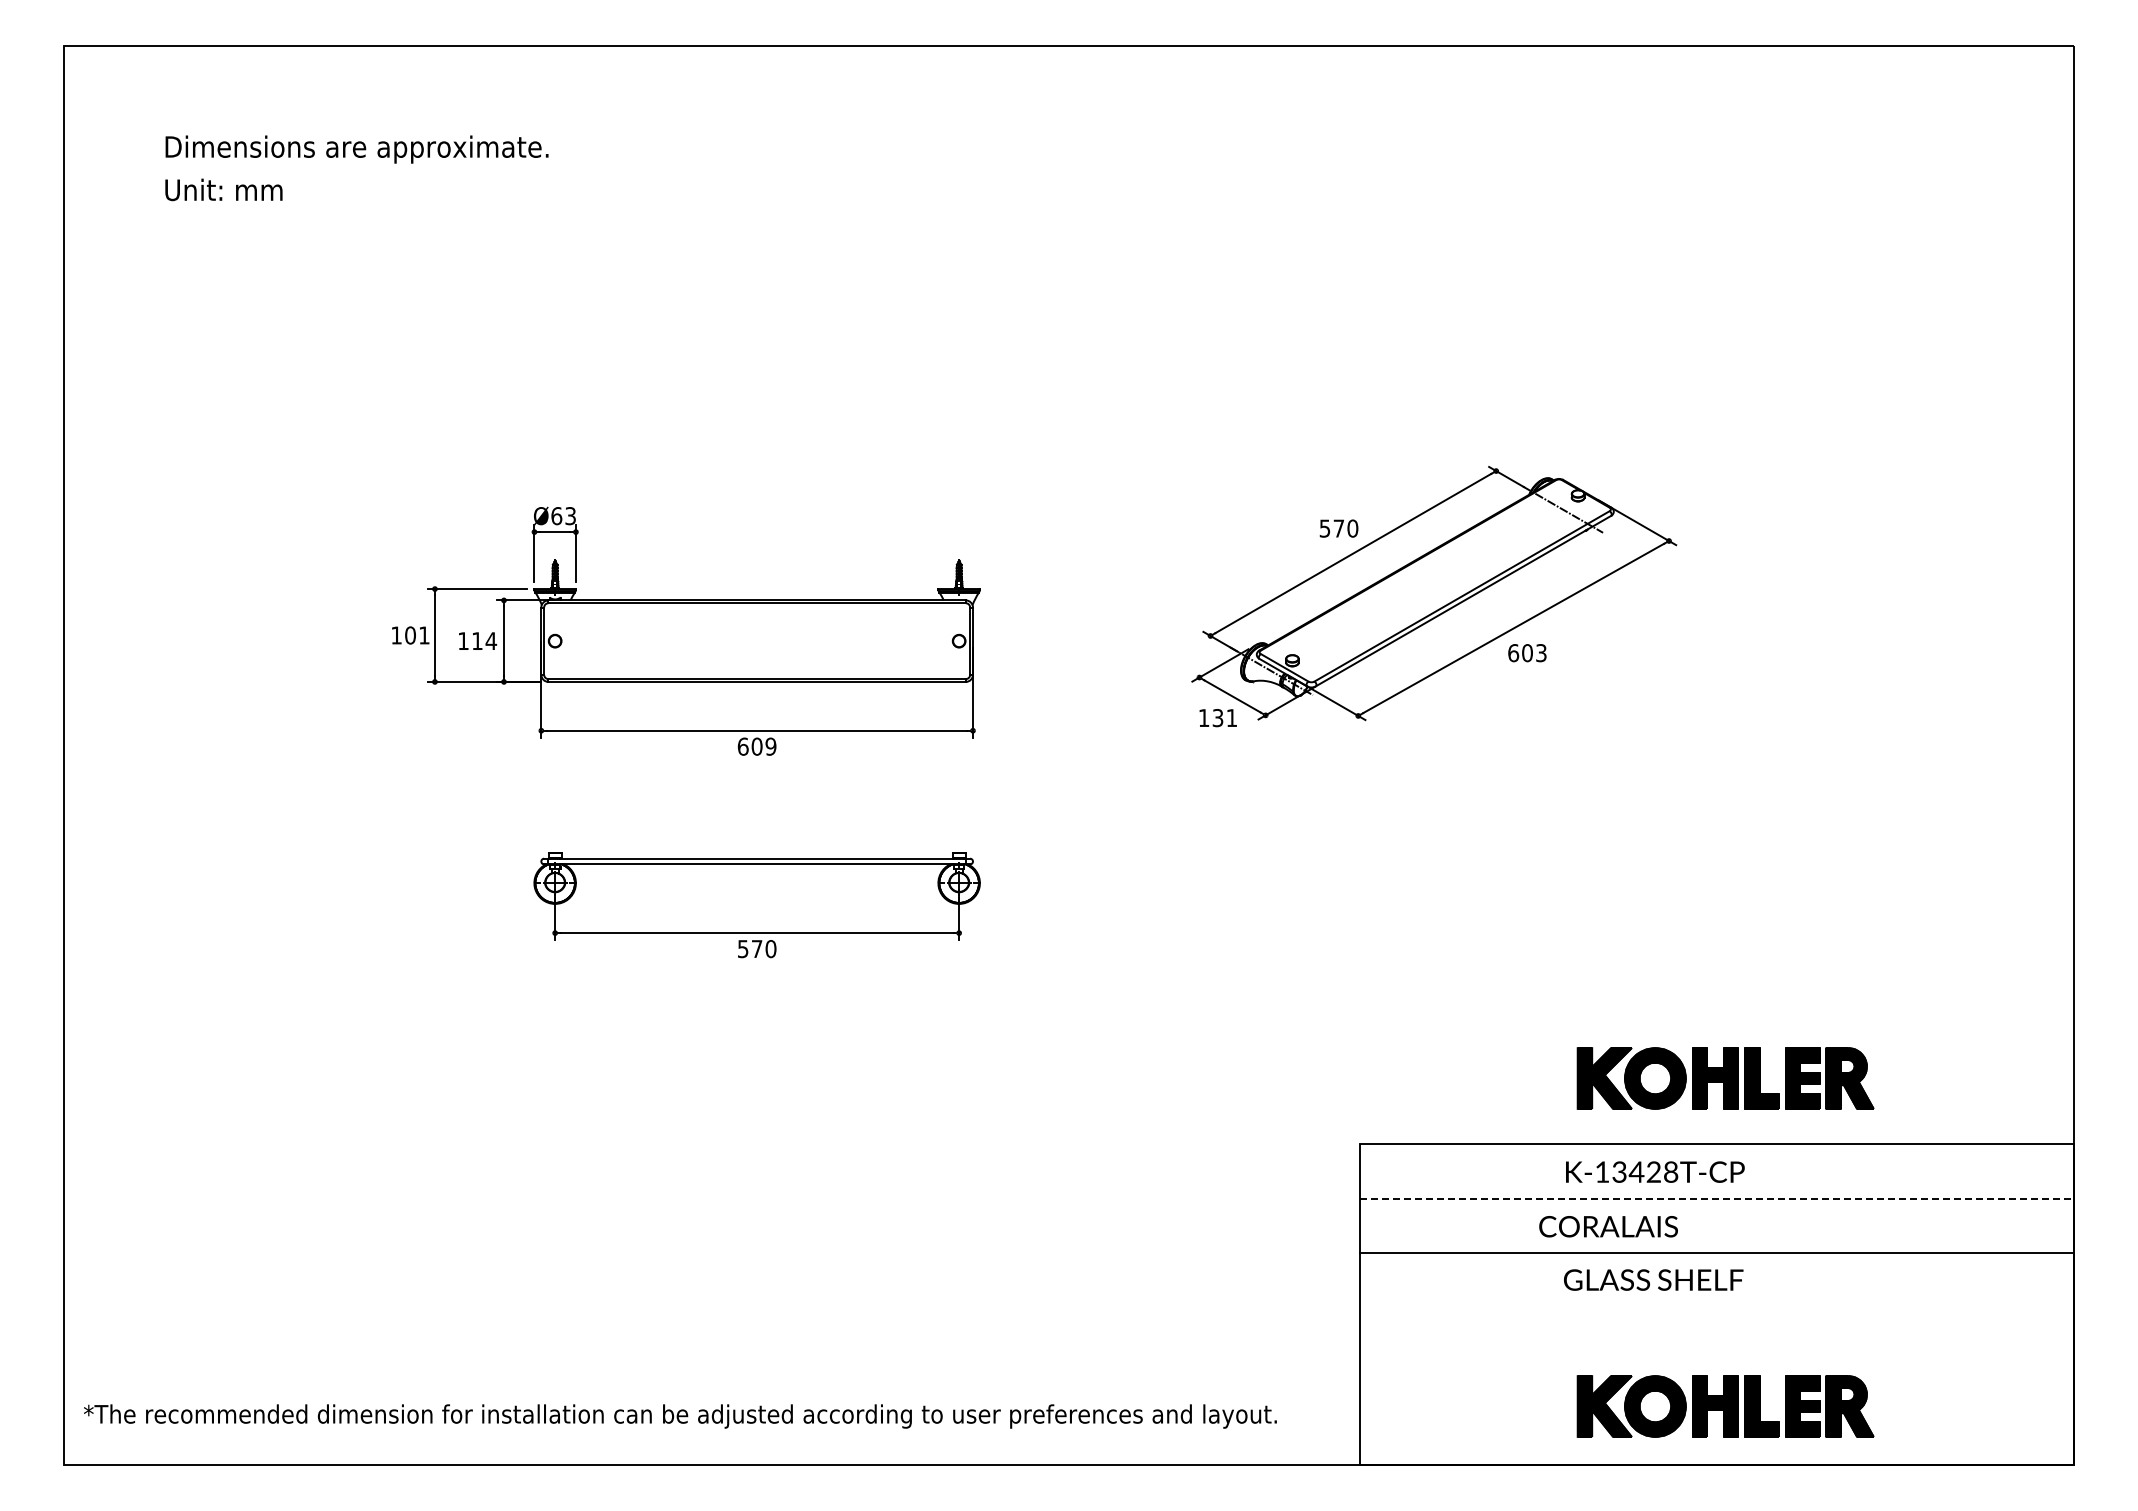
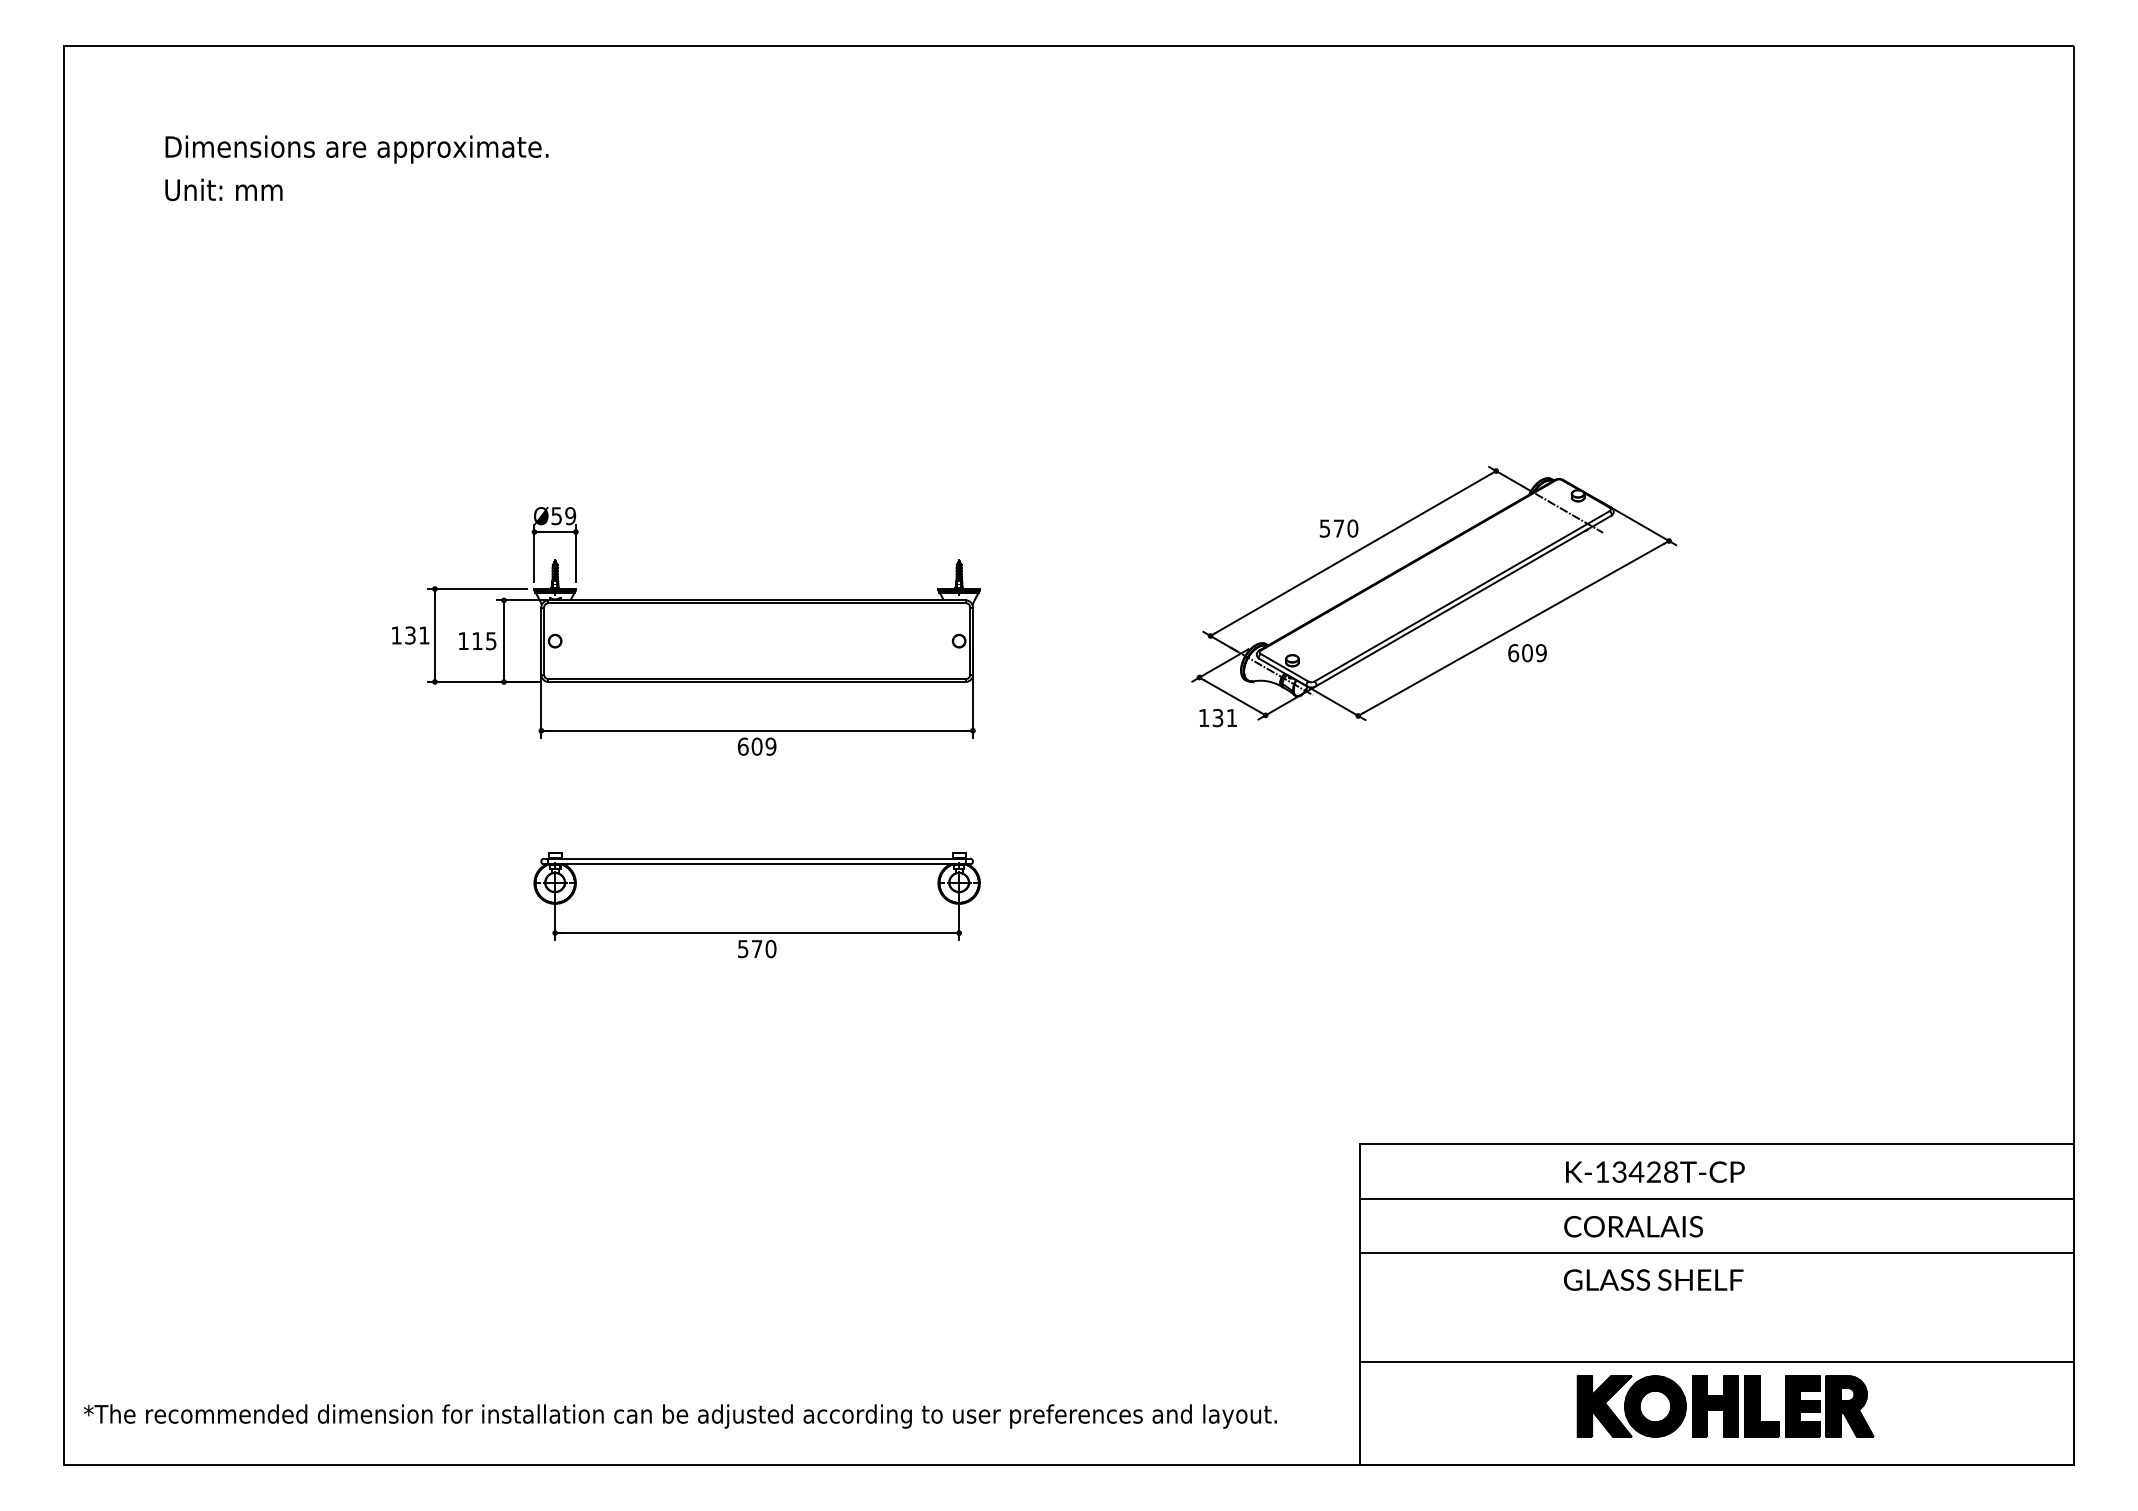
text at (563, 516): Ø63 -> Ø59
text at (410, 635): 101 -> 131
text at (491, 641): 114 -> 115
text at (1541, 652): 603 -> 609
part at (1725, 1078): present -> none
line at (1717, 1198): dashed -> solid
text at (1608, 1226) position: (1608, 1226) -> (1633, 1226)
line at (1716, 1361): none -> present
